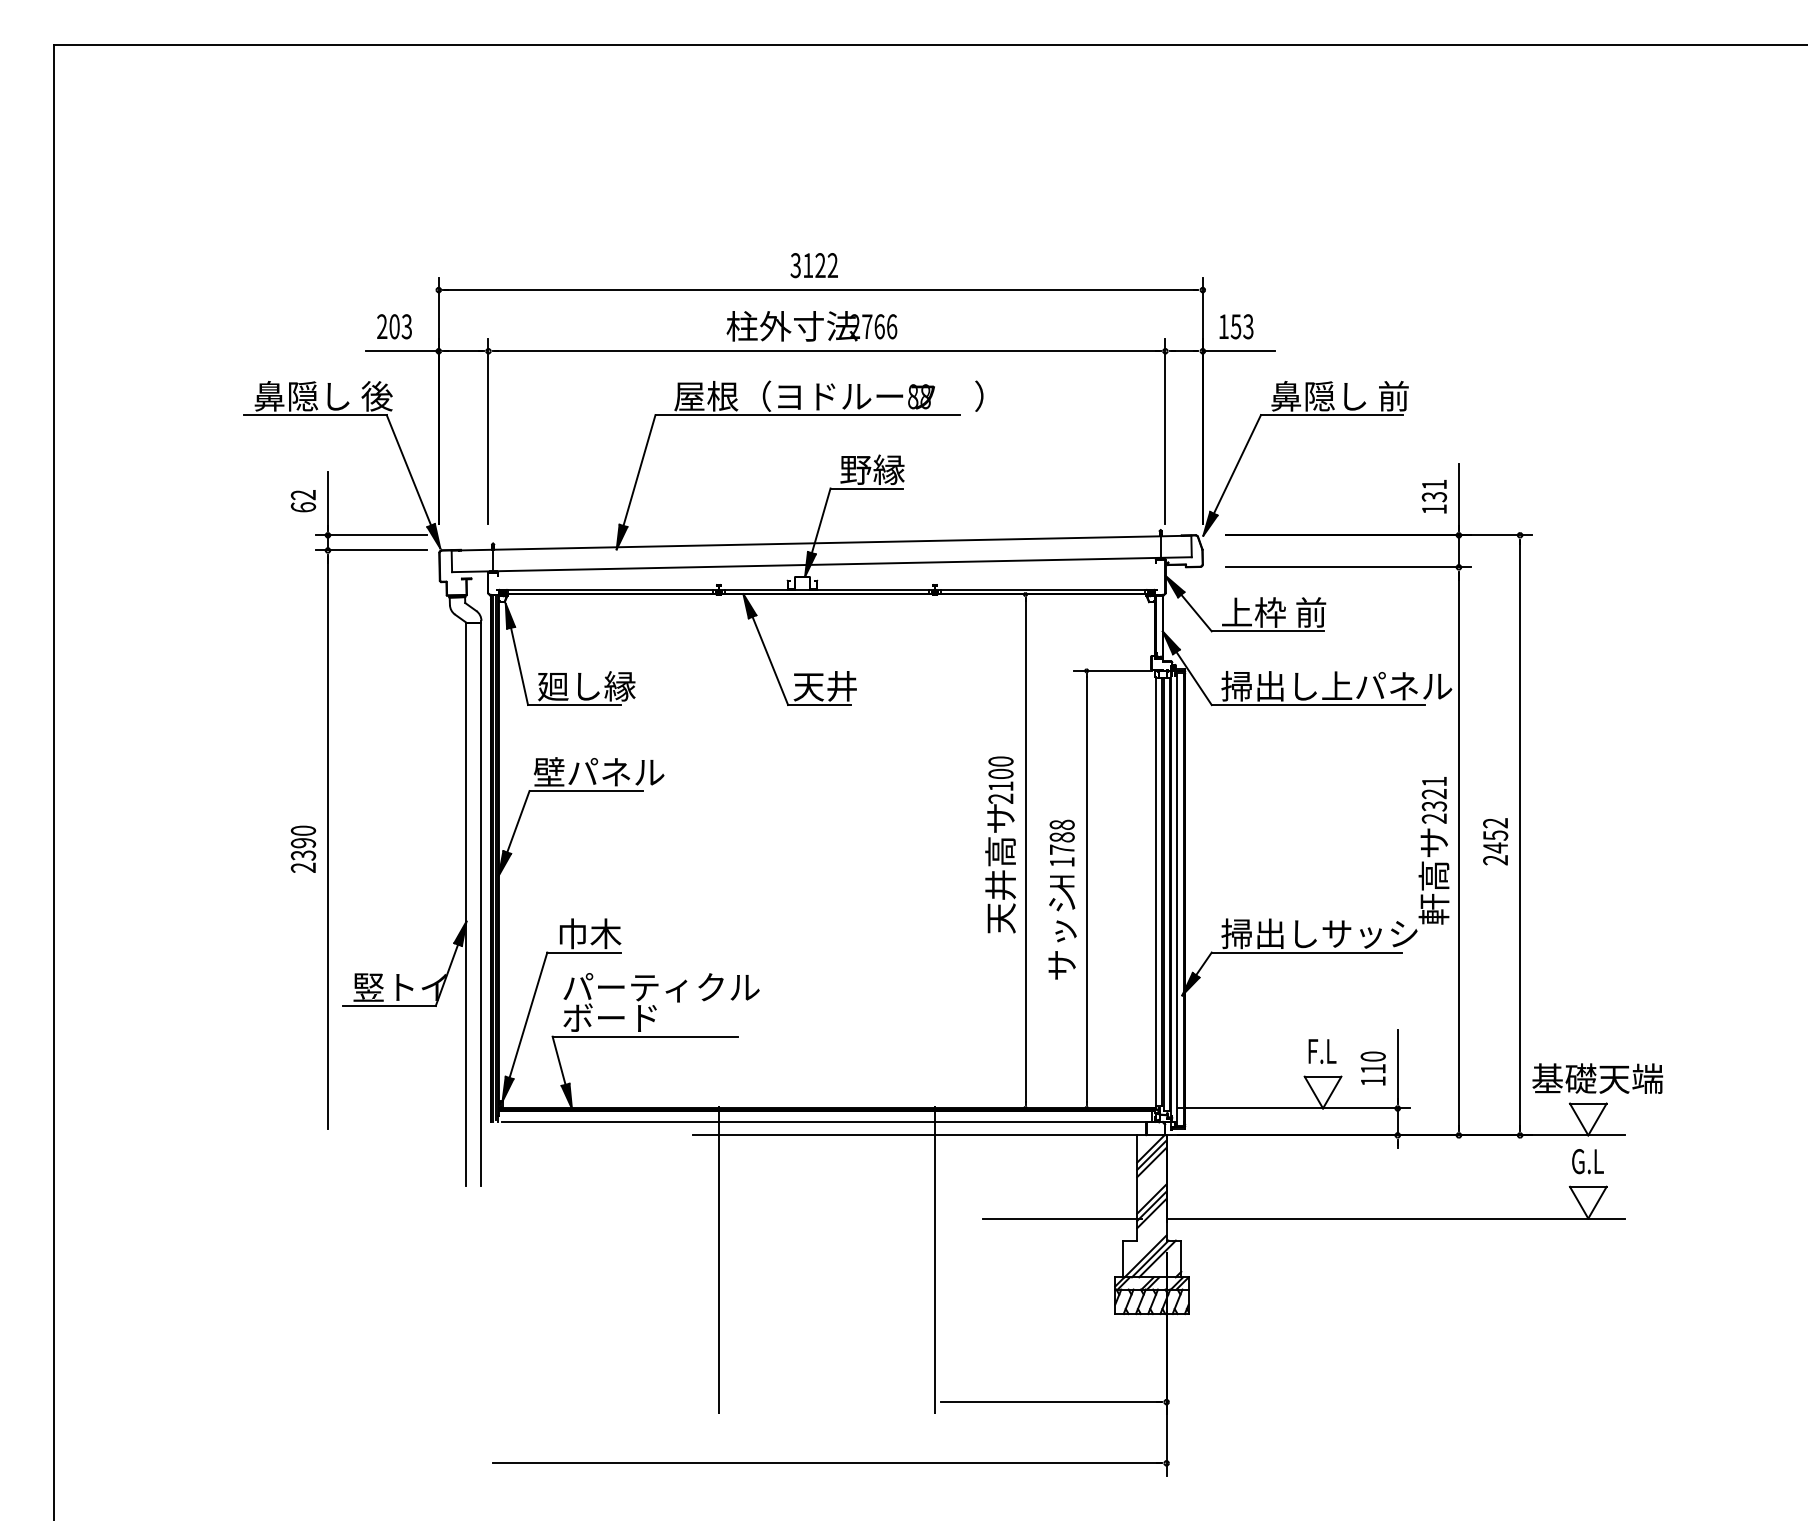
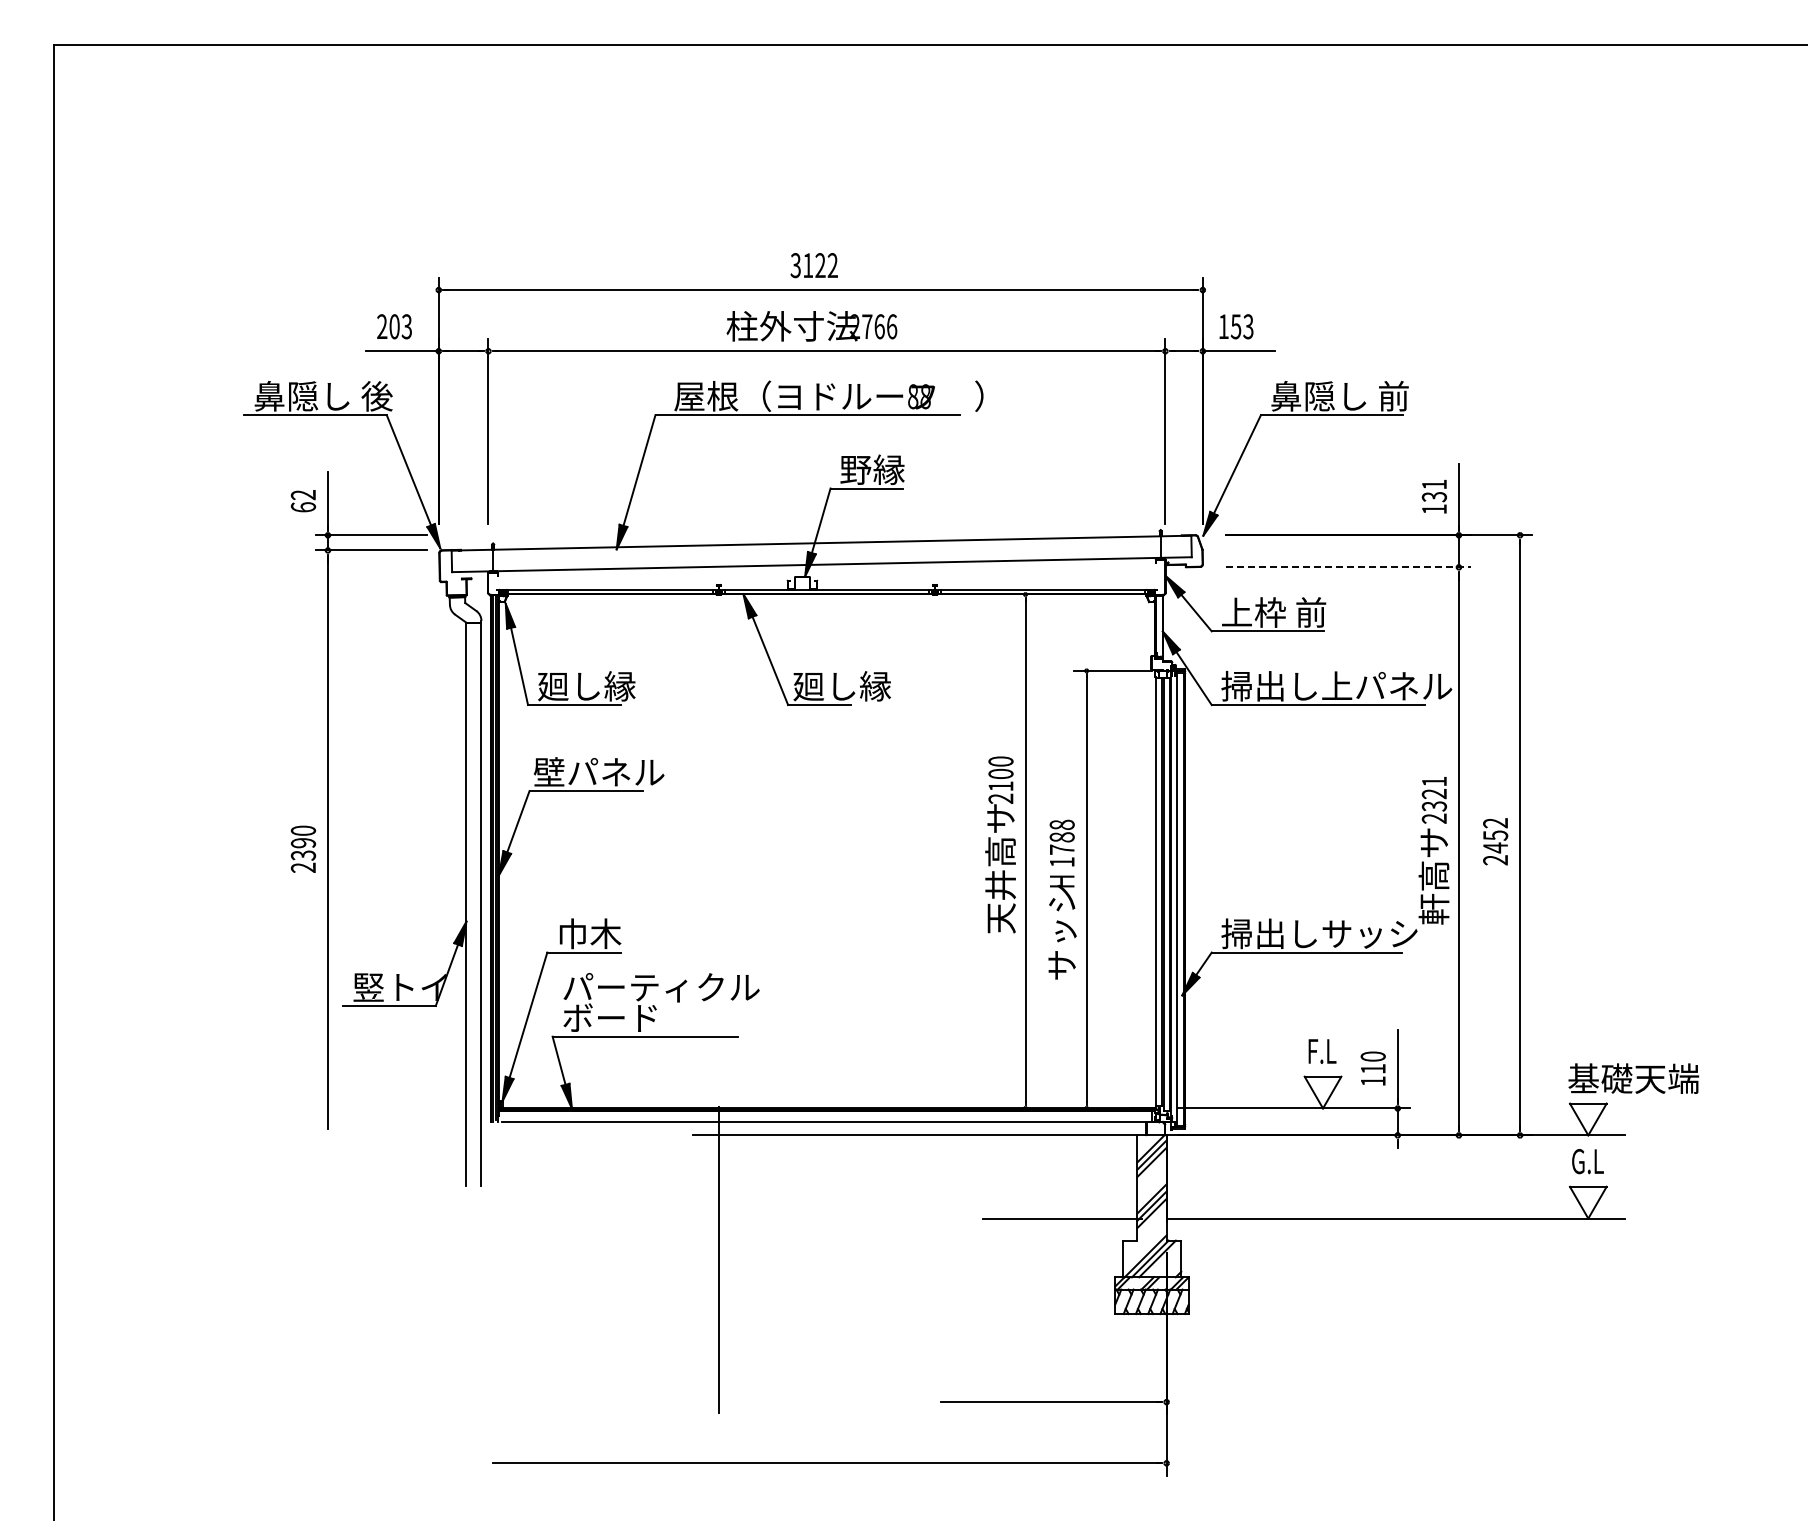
line at (1349, 567): solid -> dashed
text at (842, 686): 天井 -> 廻し縁
text at (1597, 1078) position: (1597, 1078) -> (1633, 1078)
line at (935, 1260): present -> none
